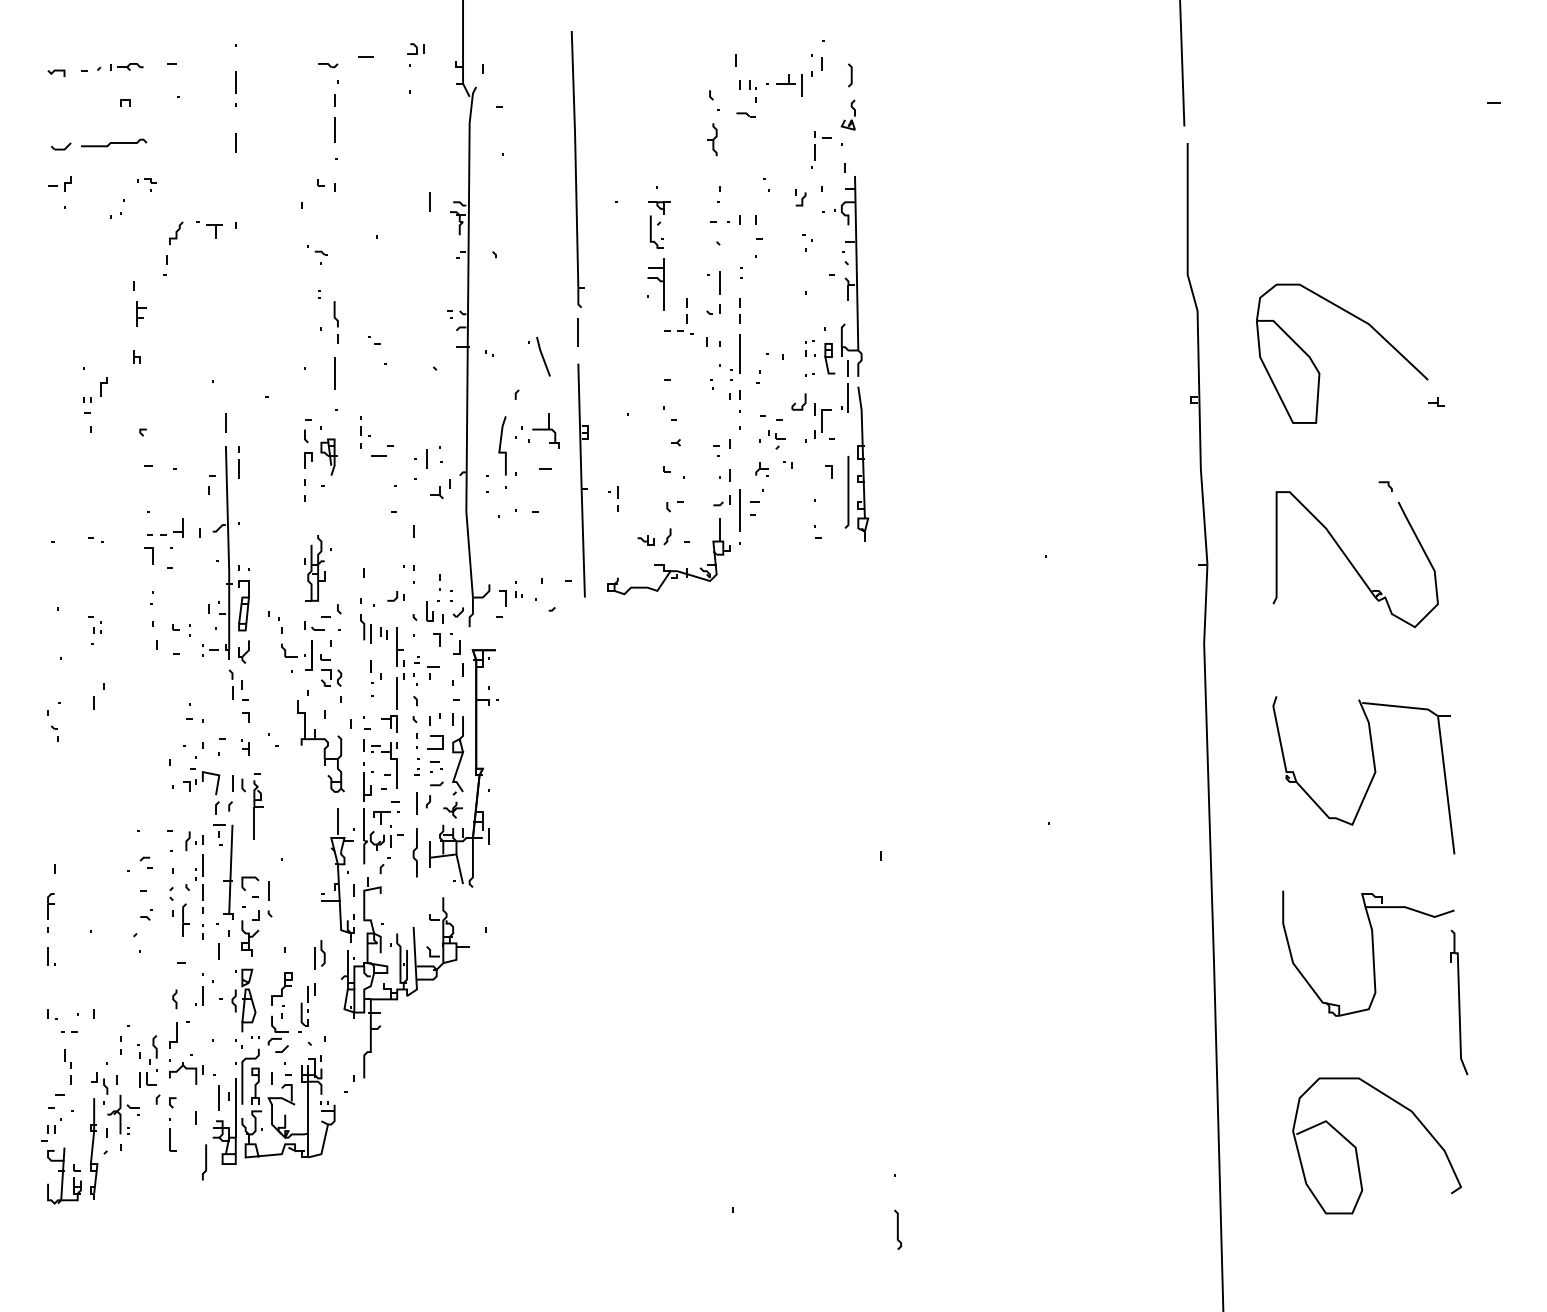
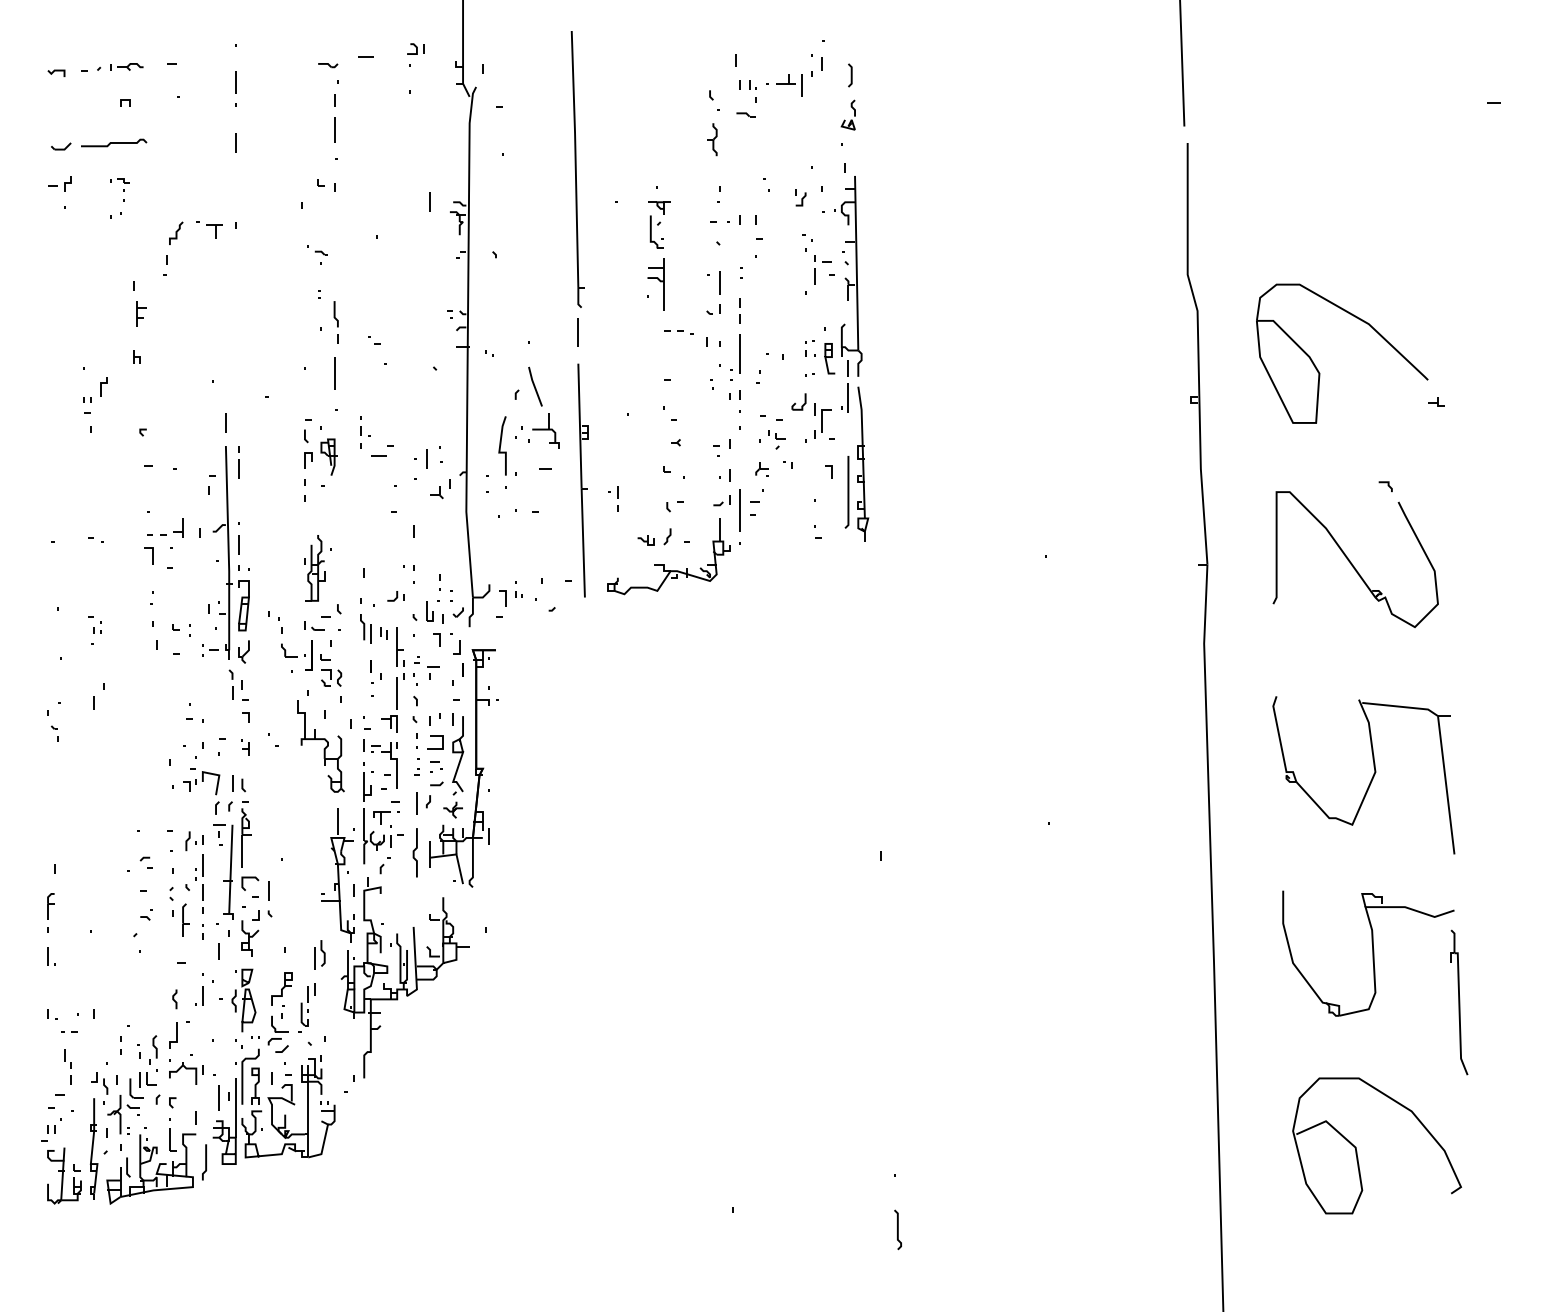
part at (822, 138) position: (822, 138) -> (822, 262)
part at (146, 184) position: (146, 184) -> (119, 184)
line at (686, 307): present -> none
line at (543, 356) position: (543, 356) -> (535, 386)
line at (238, 544): none -> present
part at (258, 806) position: (258, 806) -> (246, 834)
part at (136, 1088): none -> present
part at (151, 1165): none -> present
